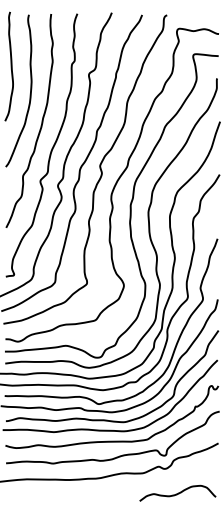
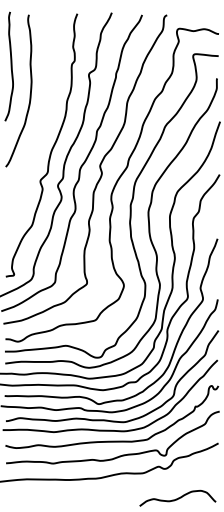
curve at (41, 120): present -> none
curve at (178, 492) position: (178, 492) -> (178, 497)
